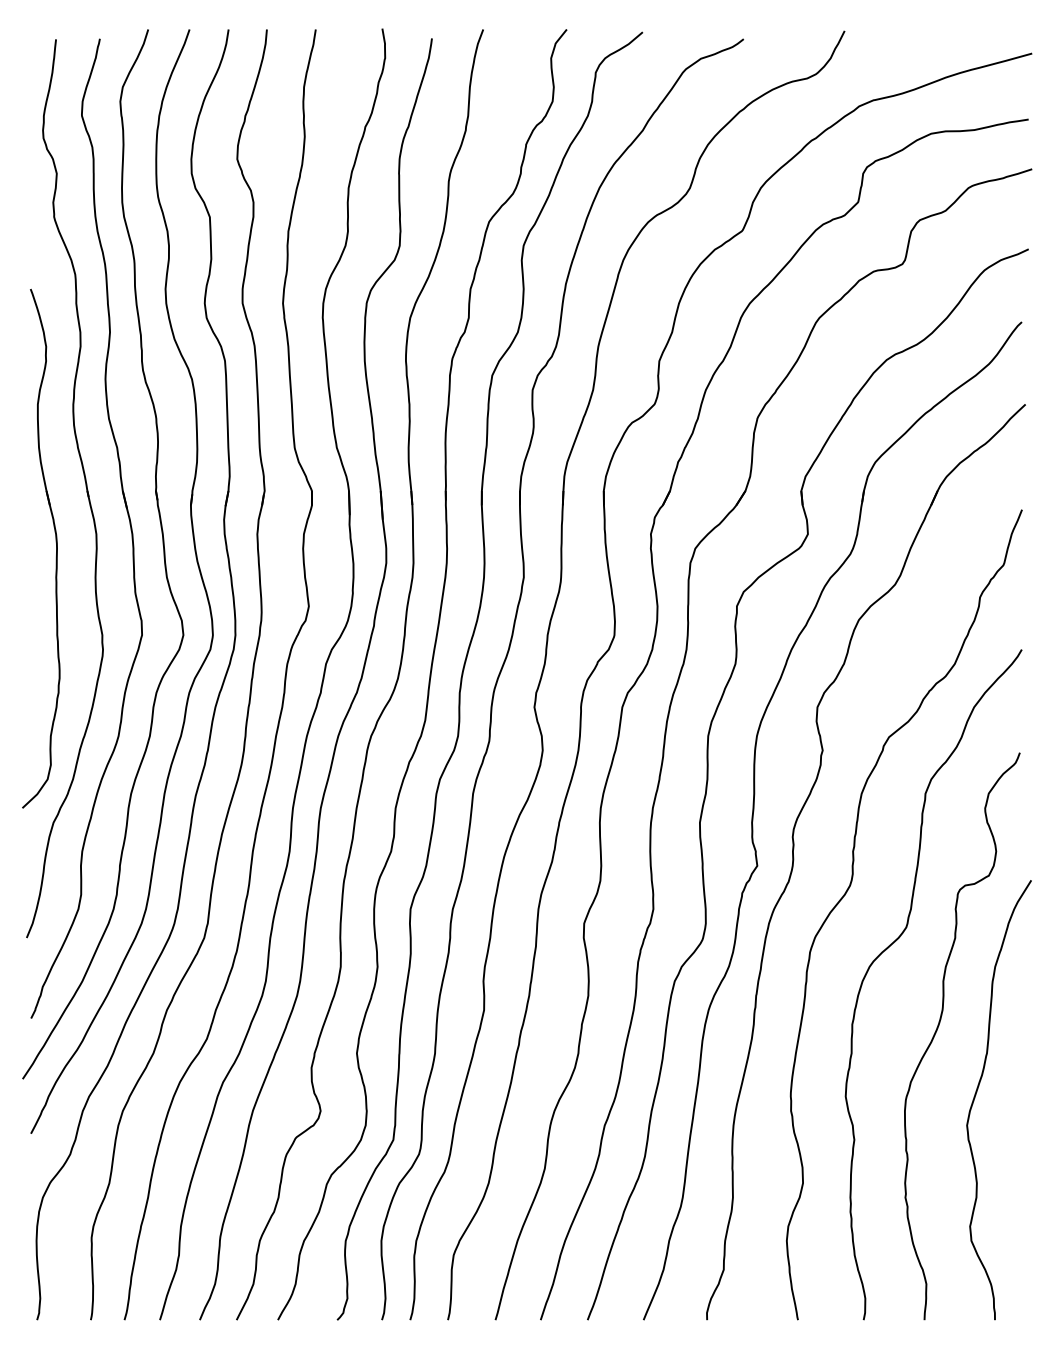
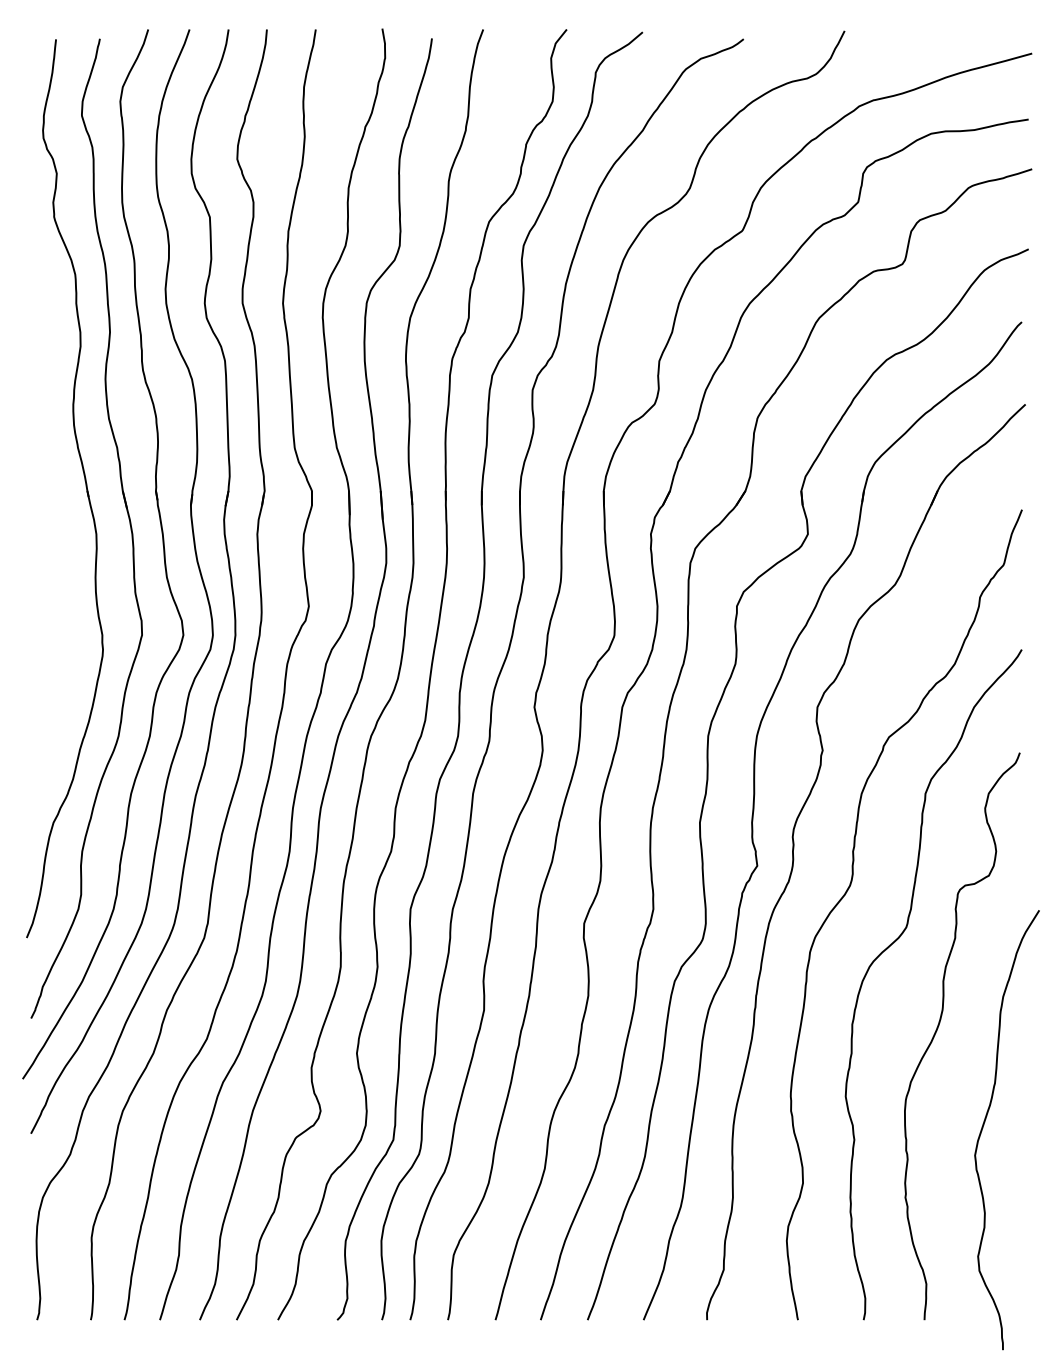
part at (56, 548): present -> none
curve at (977, 1092) position: (977, 1092) -> (985, 1122)
